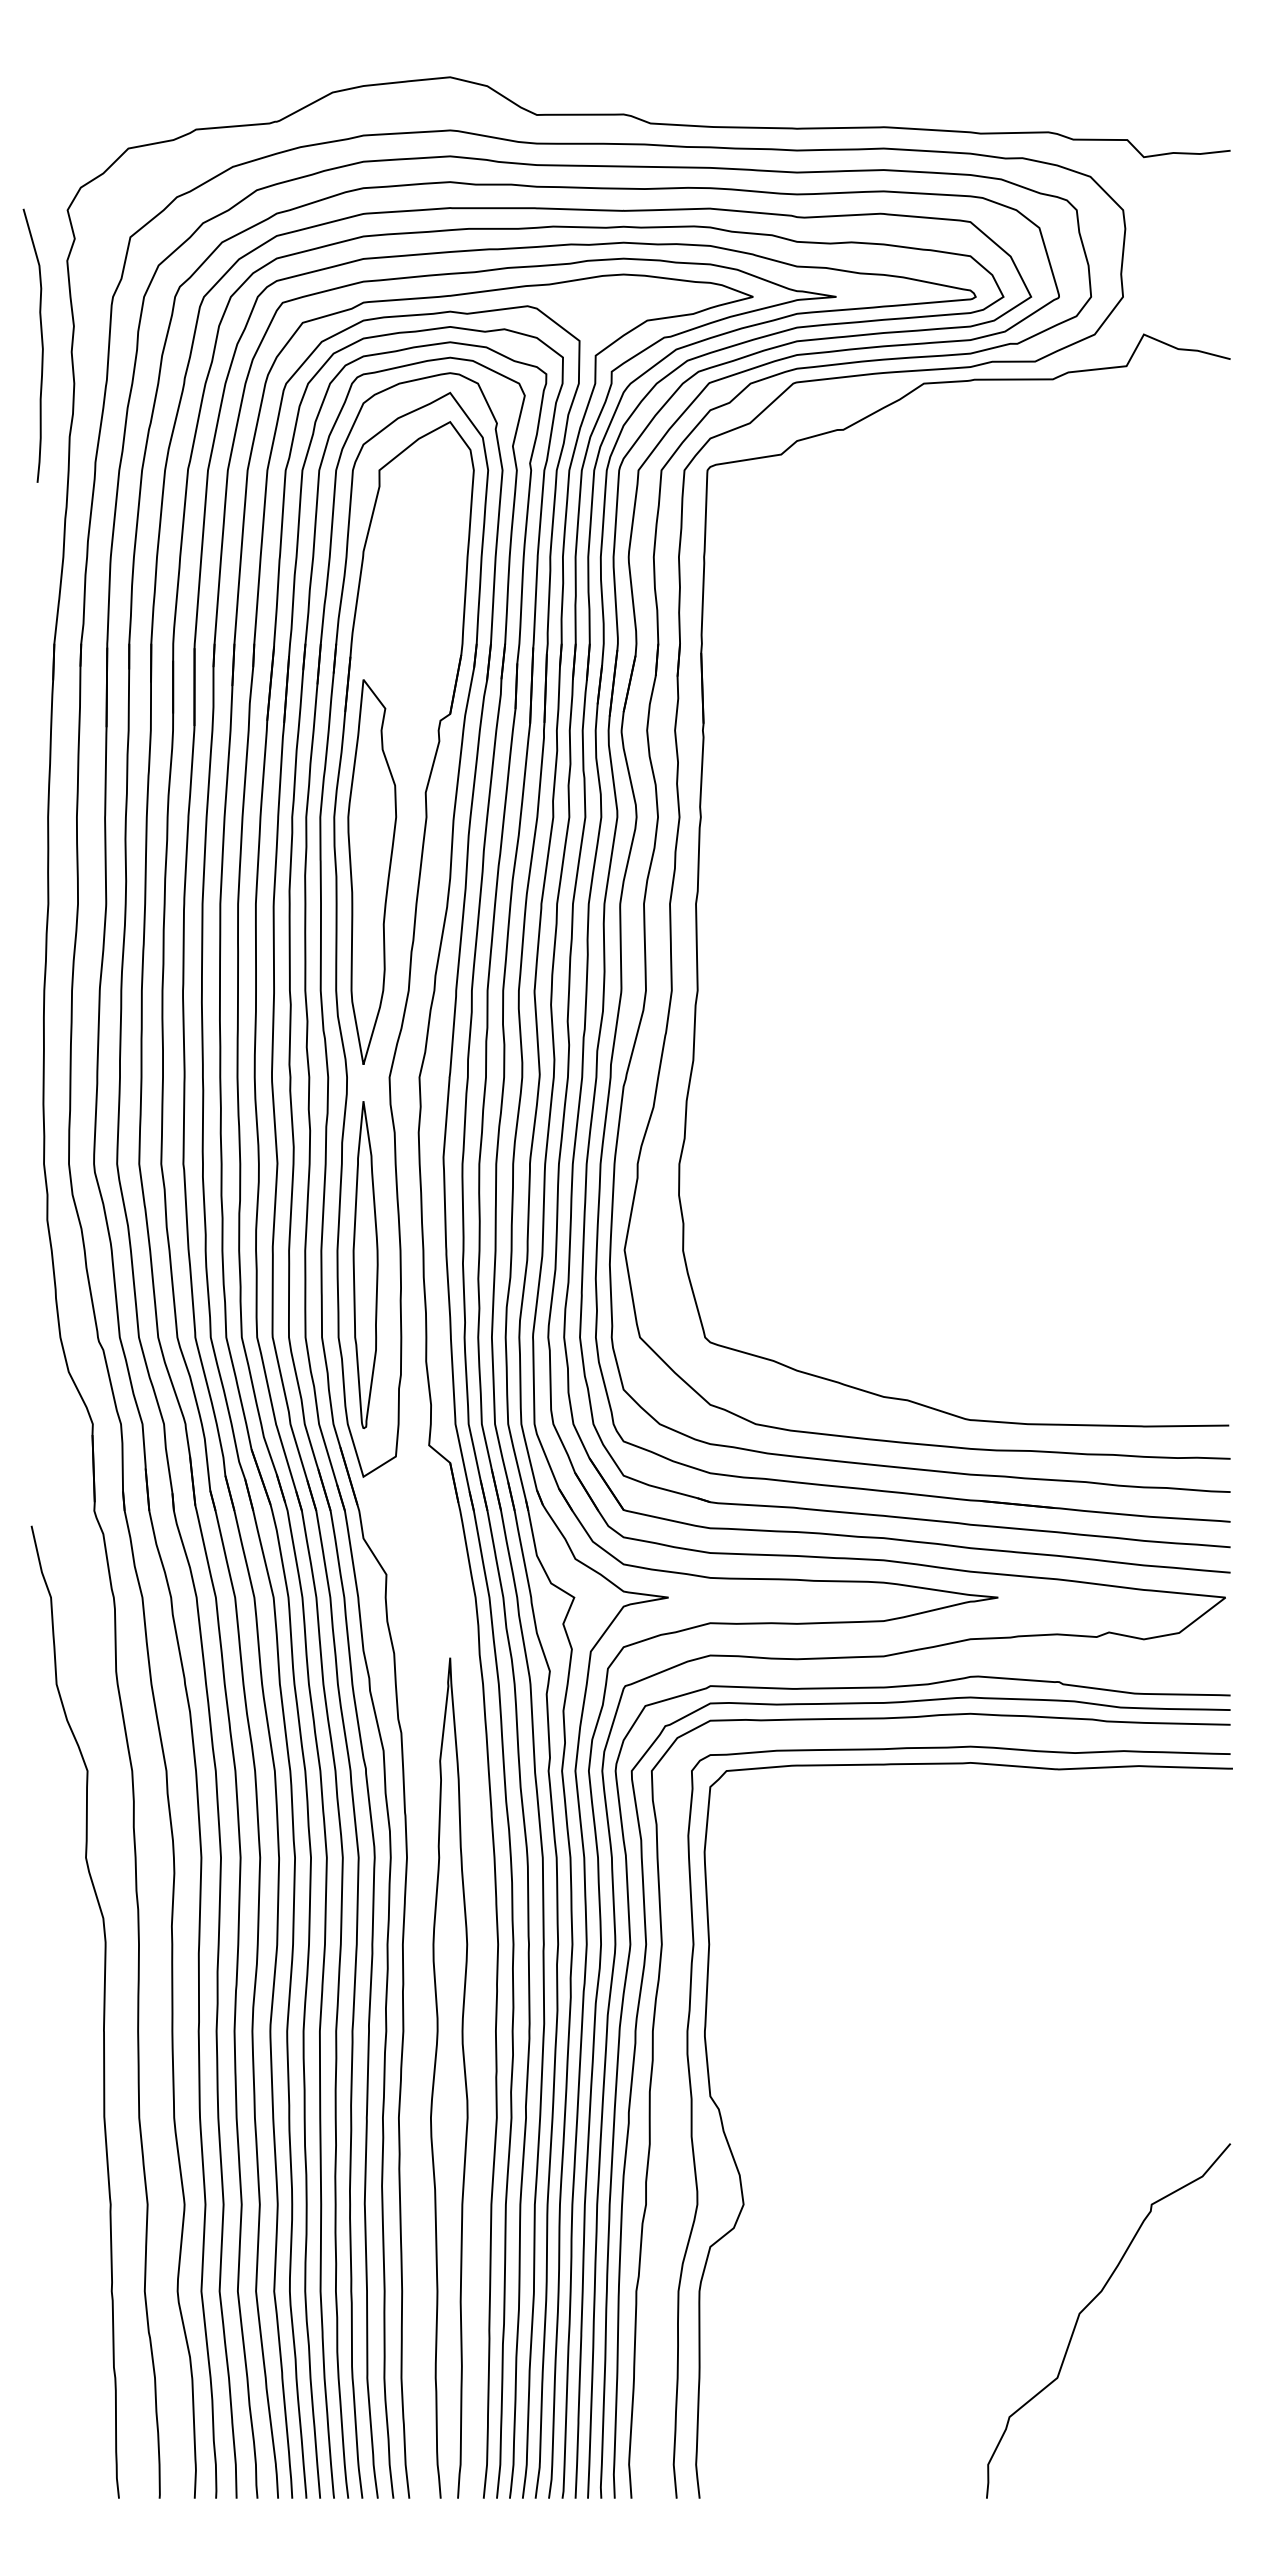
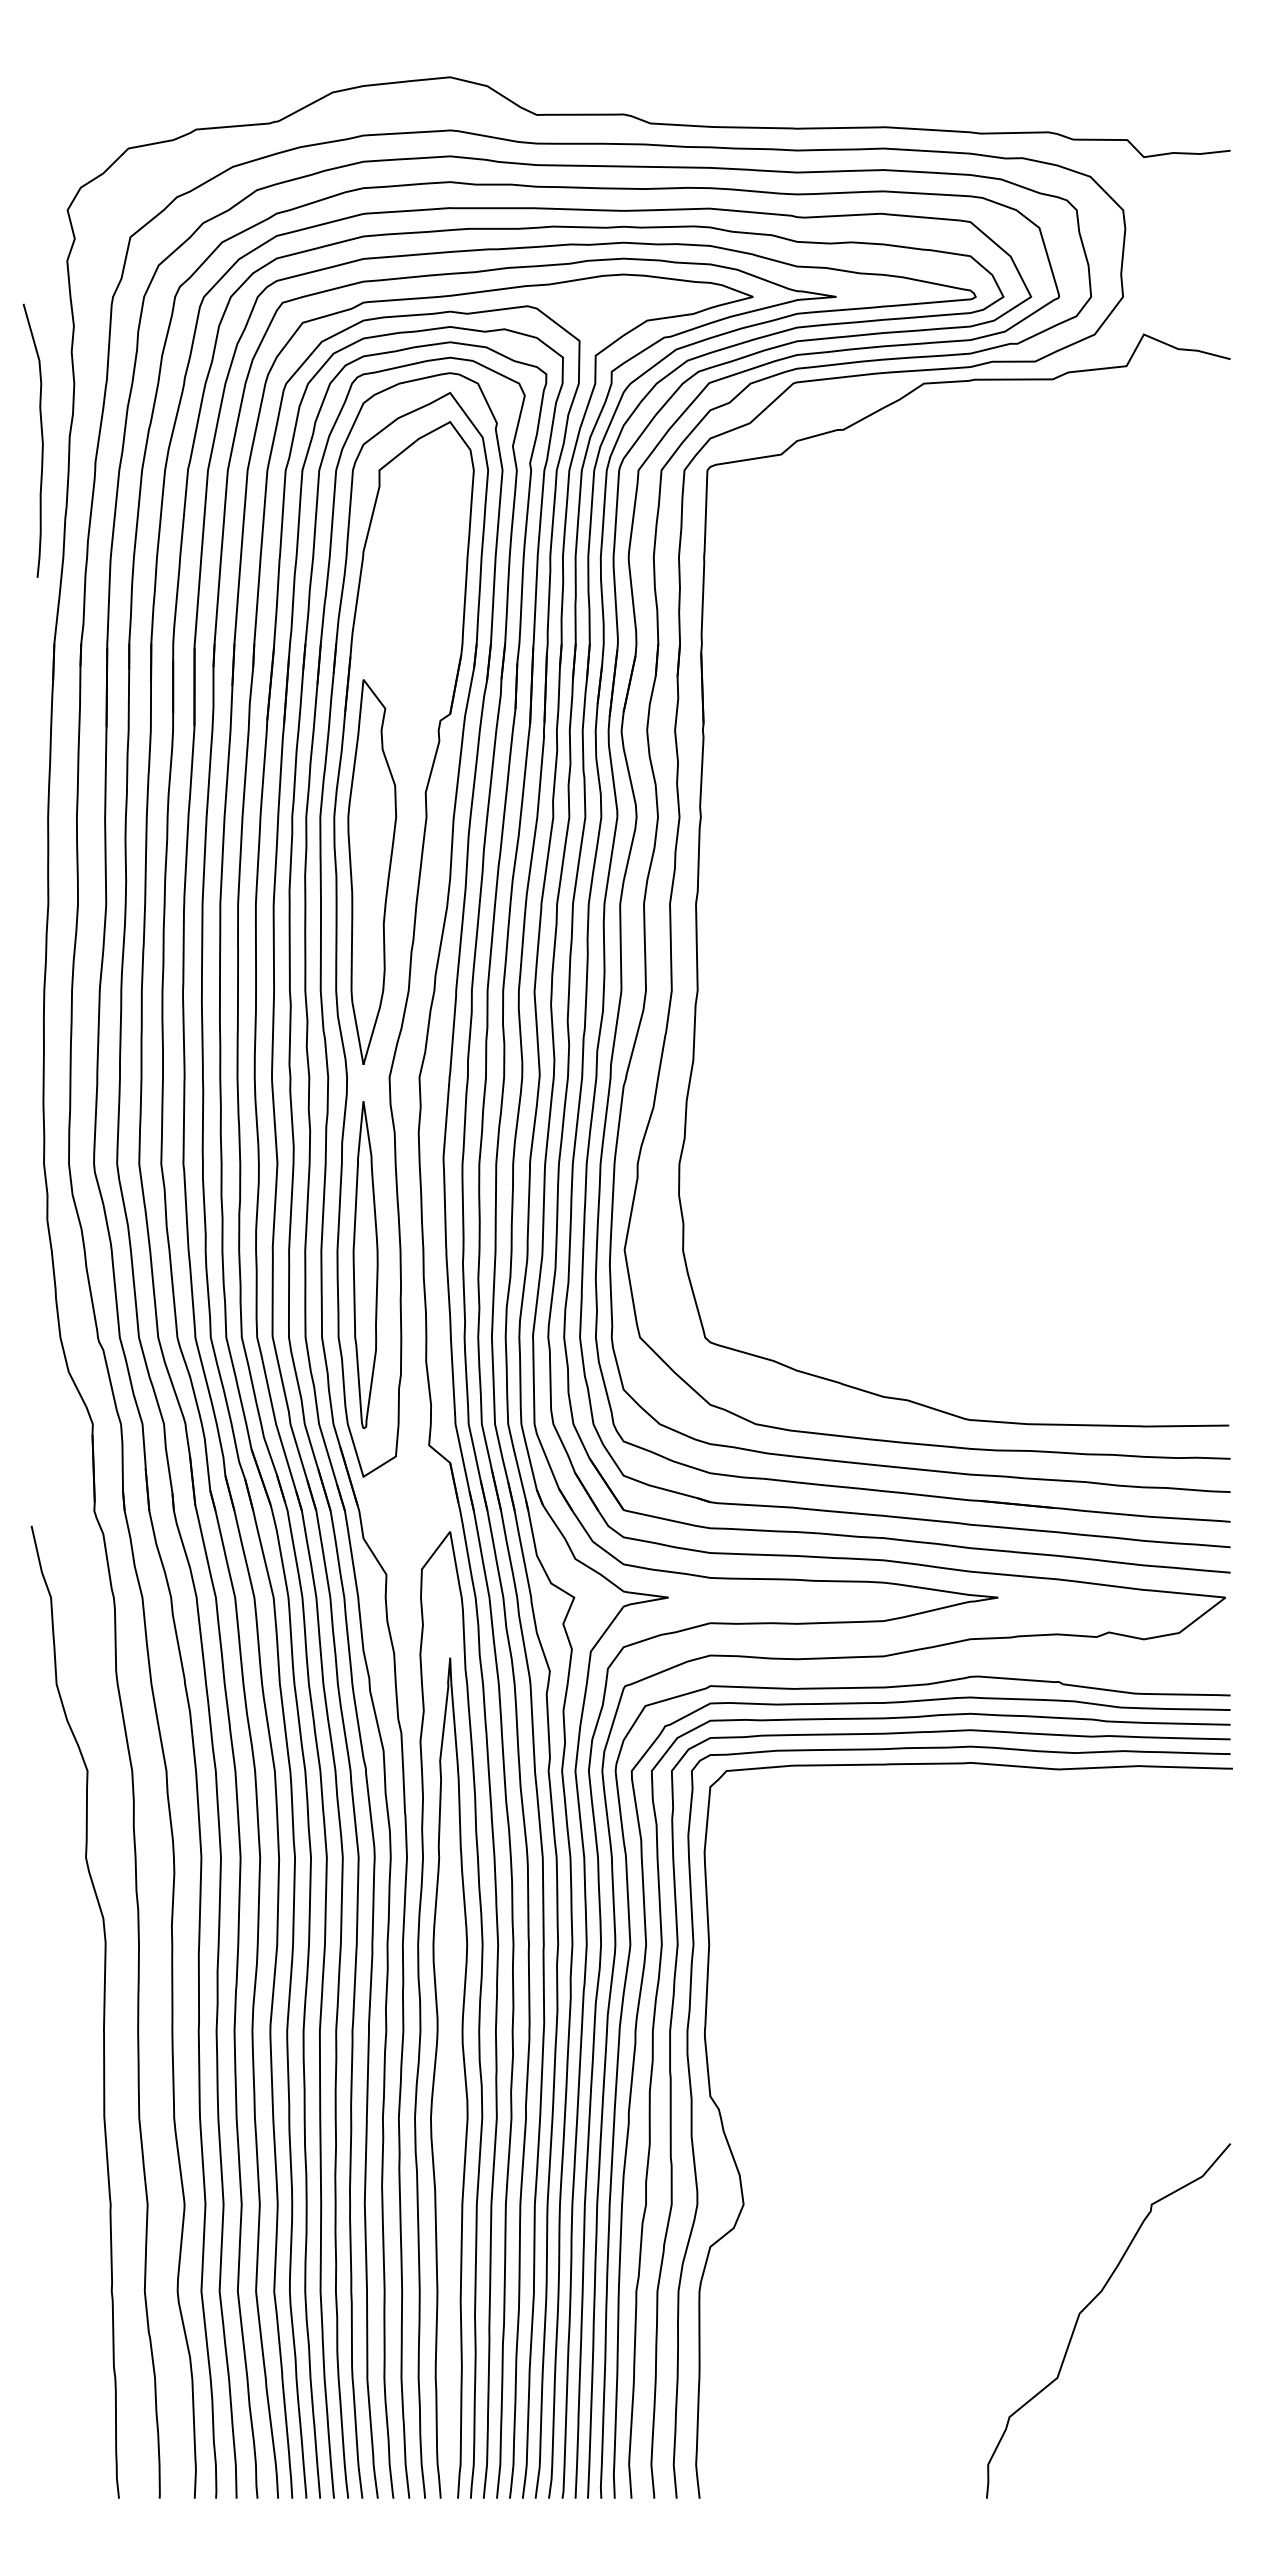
curve at (41, 345) position: (41, 345) -> (41, 440)
curve at (421, 2014): none -> present
curve at (671, 2113): none -> present
